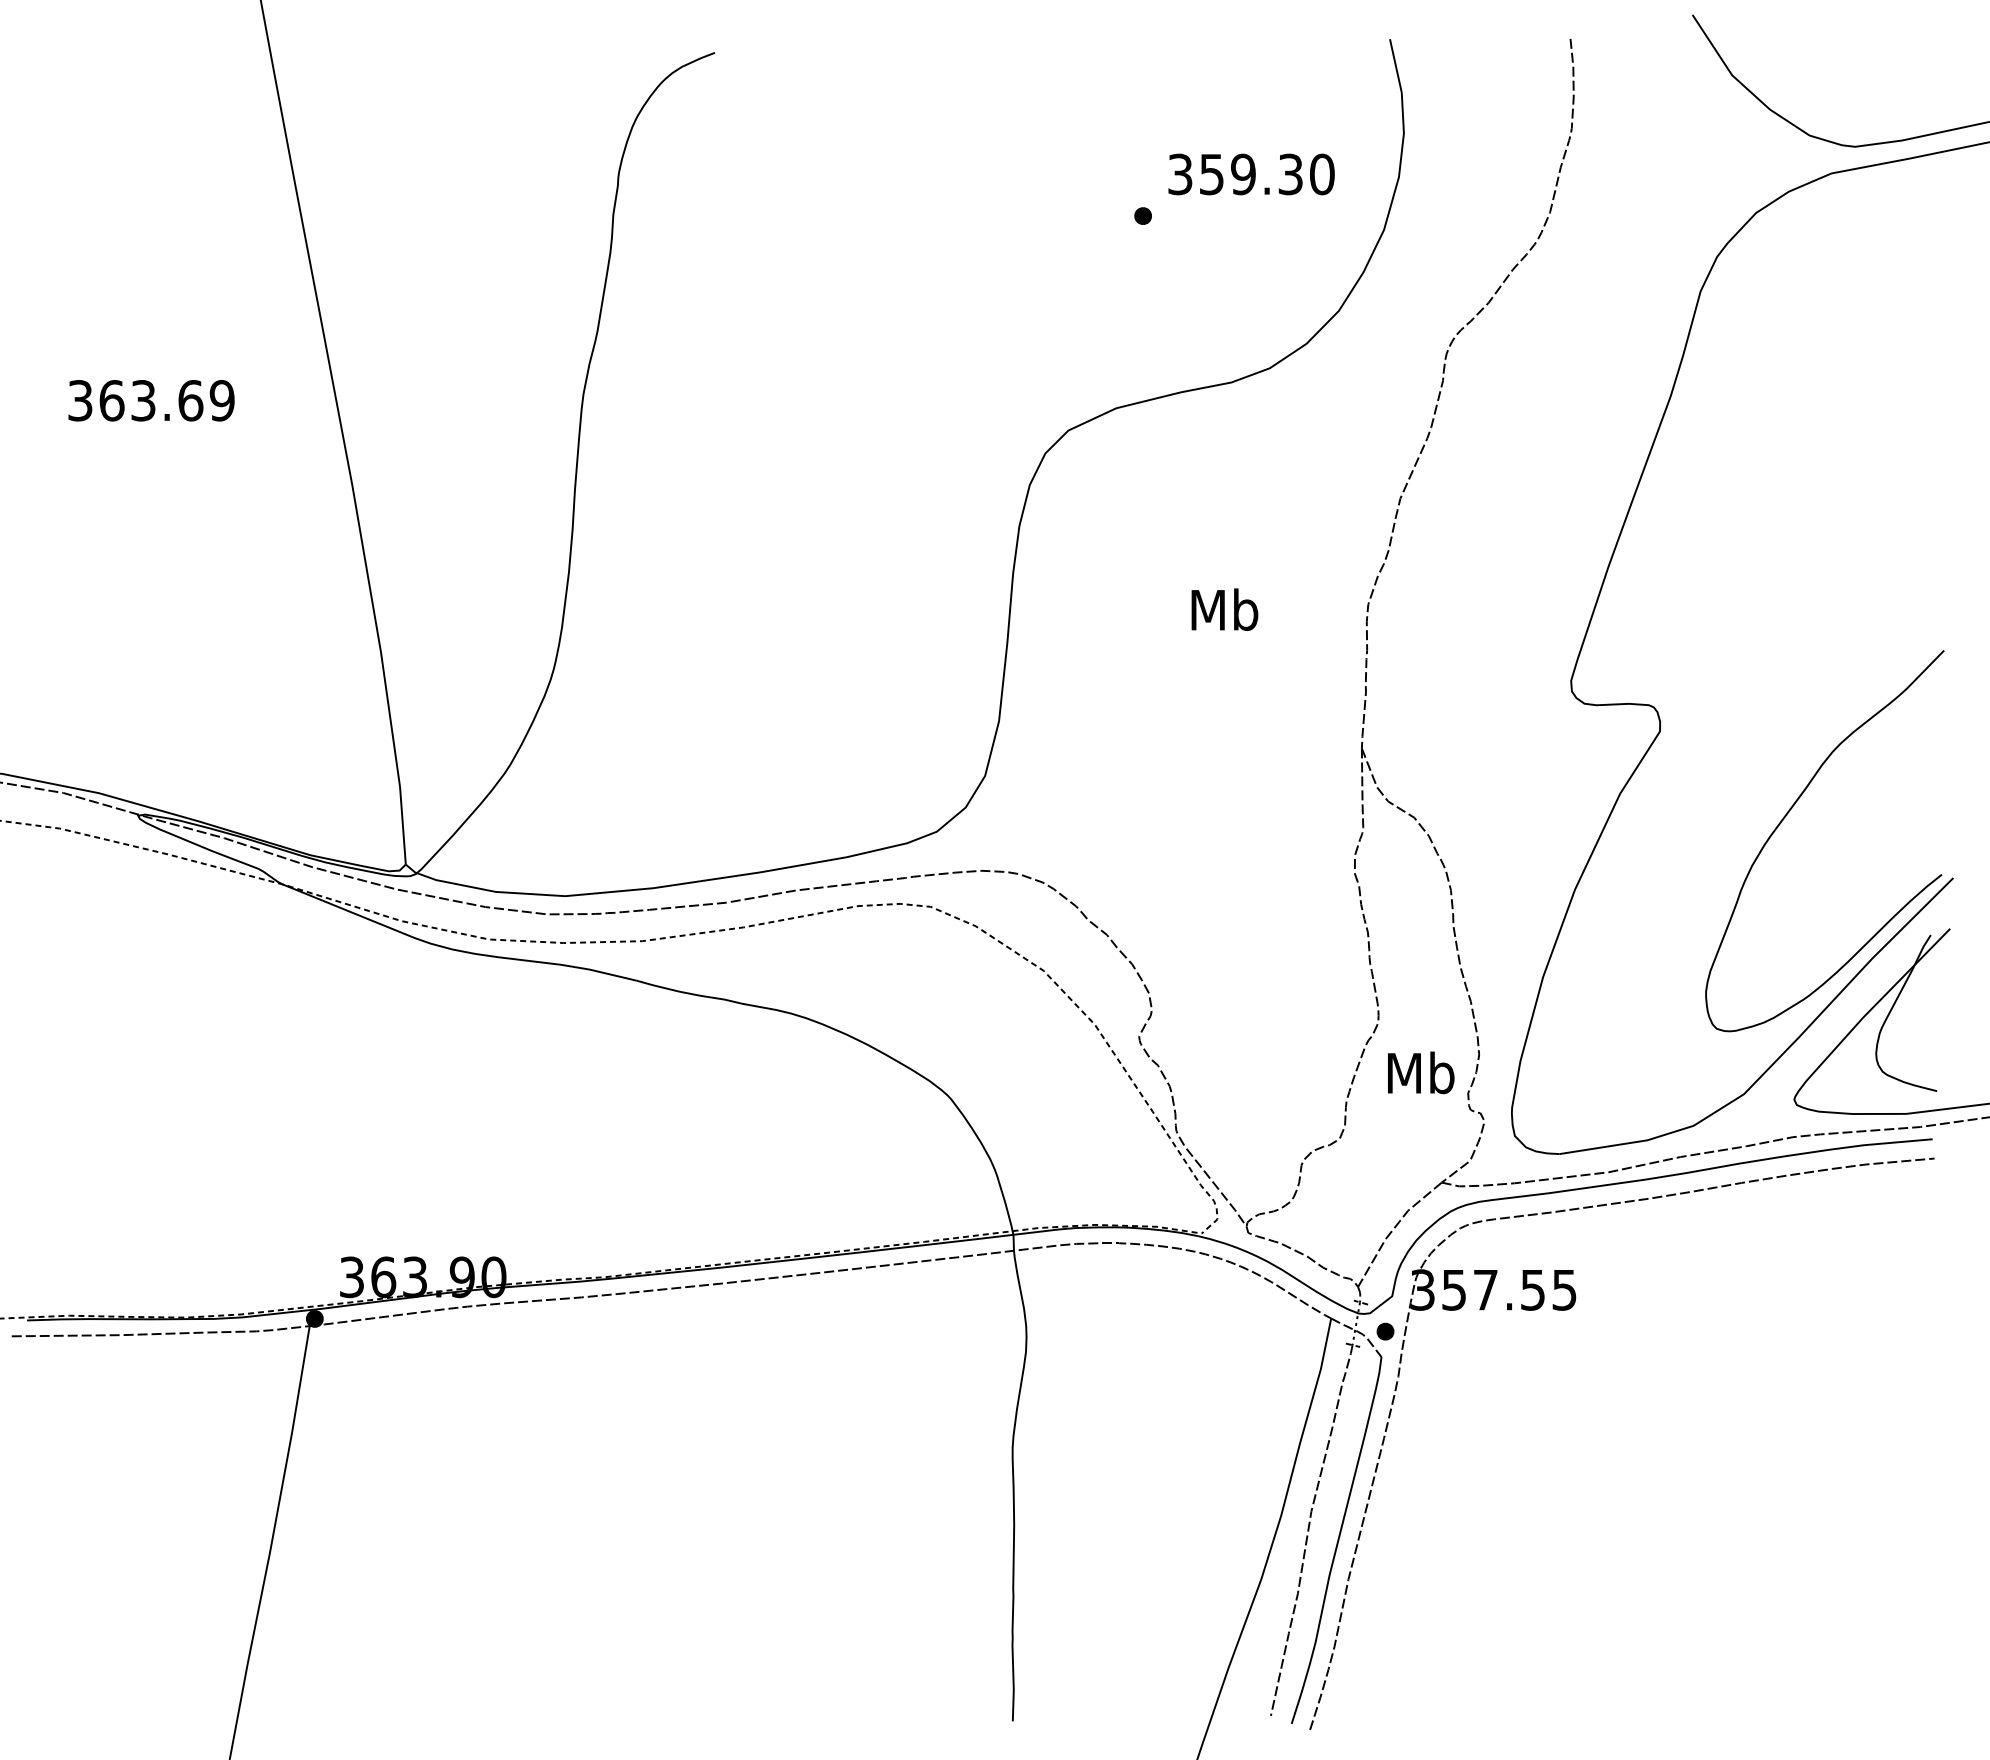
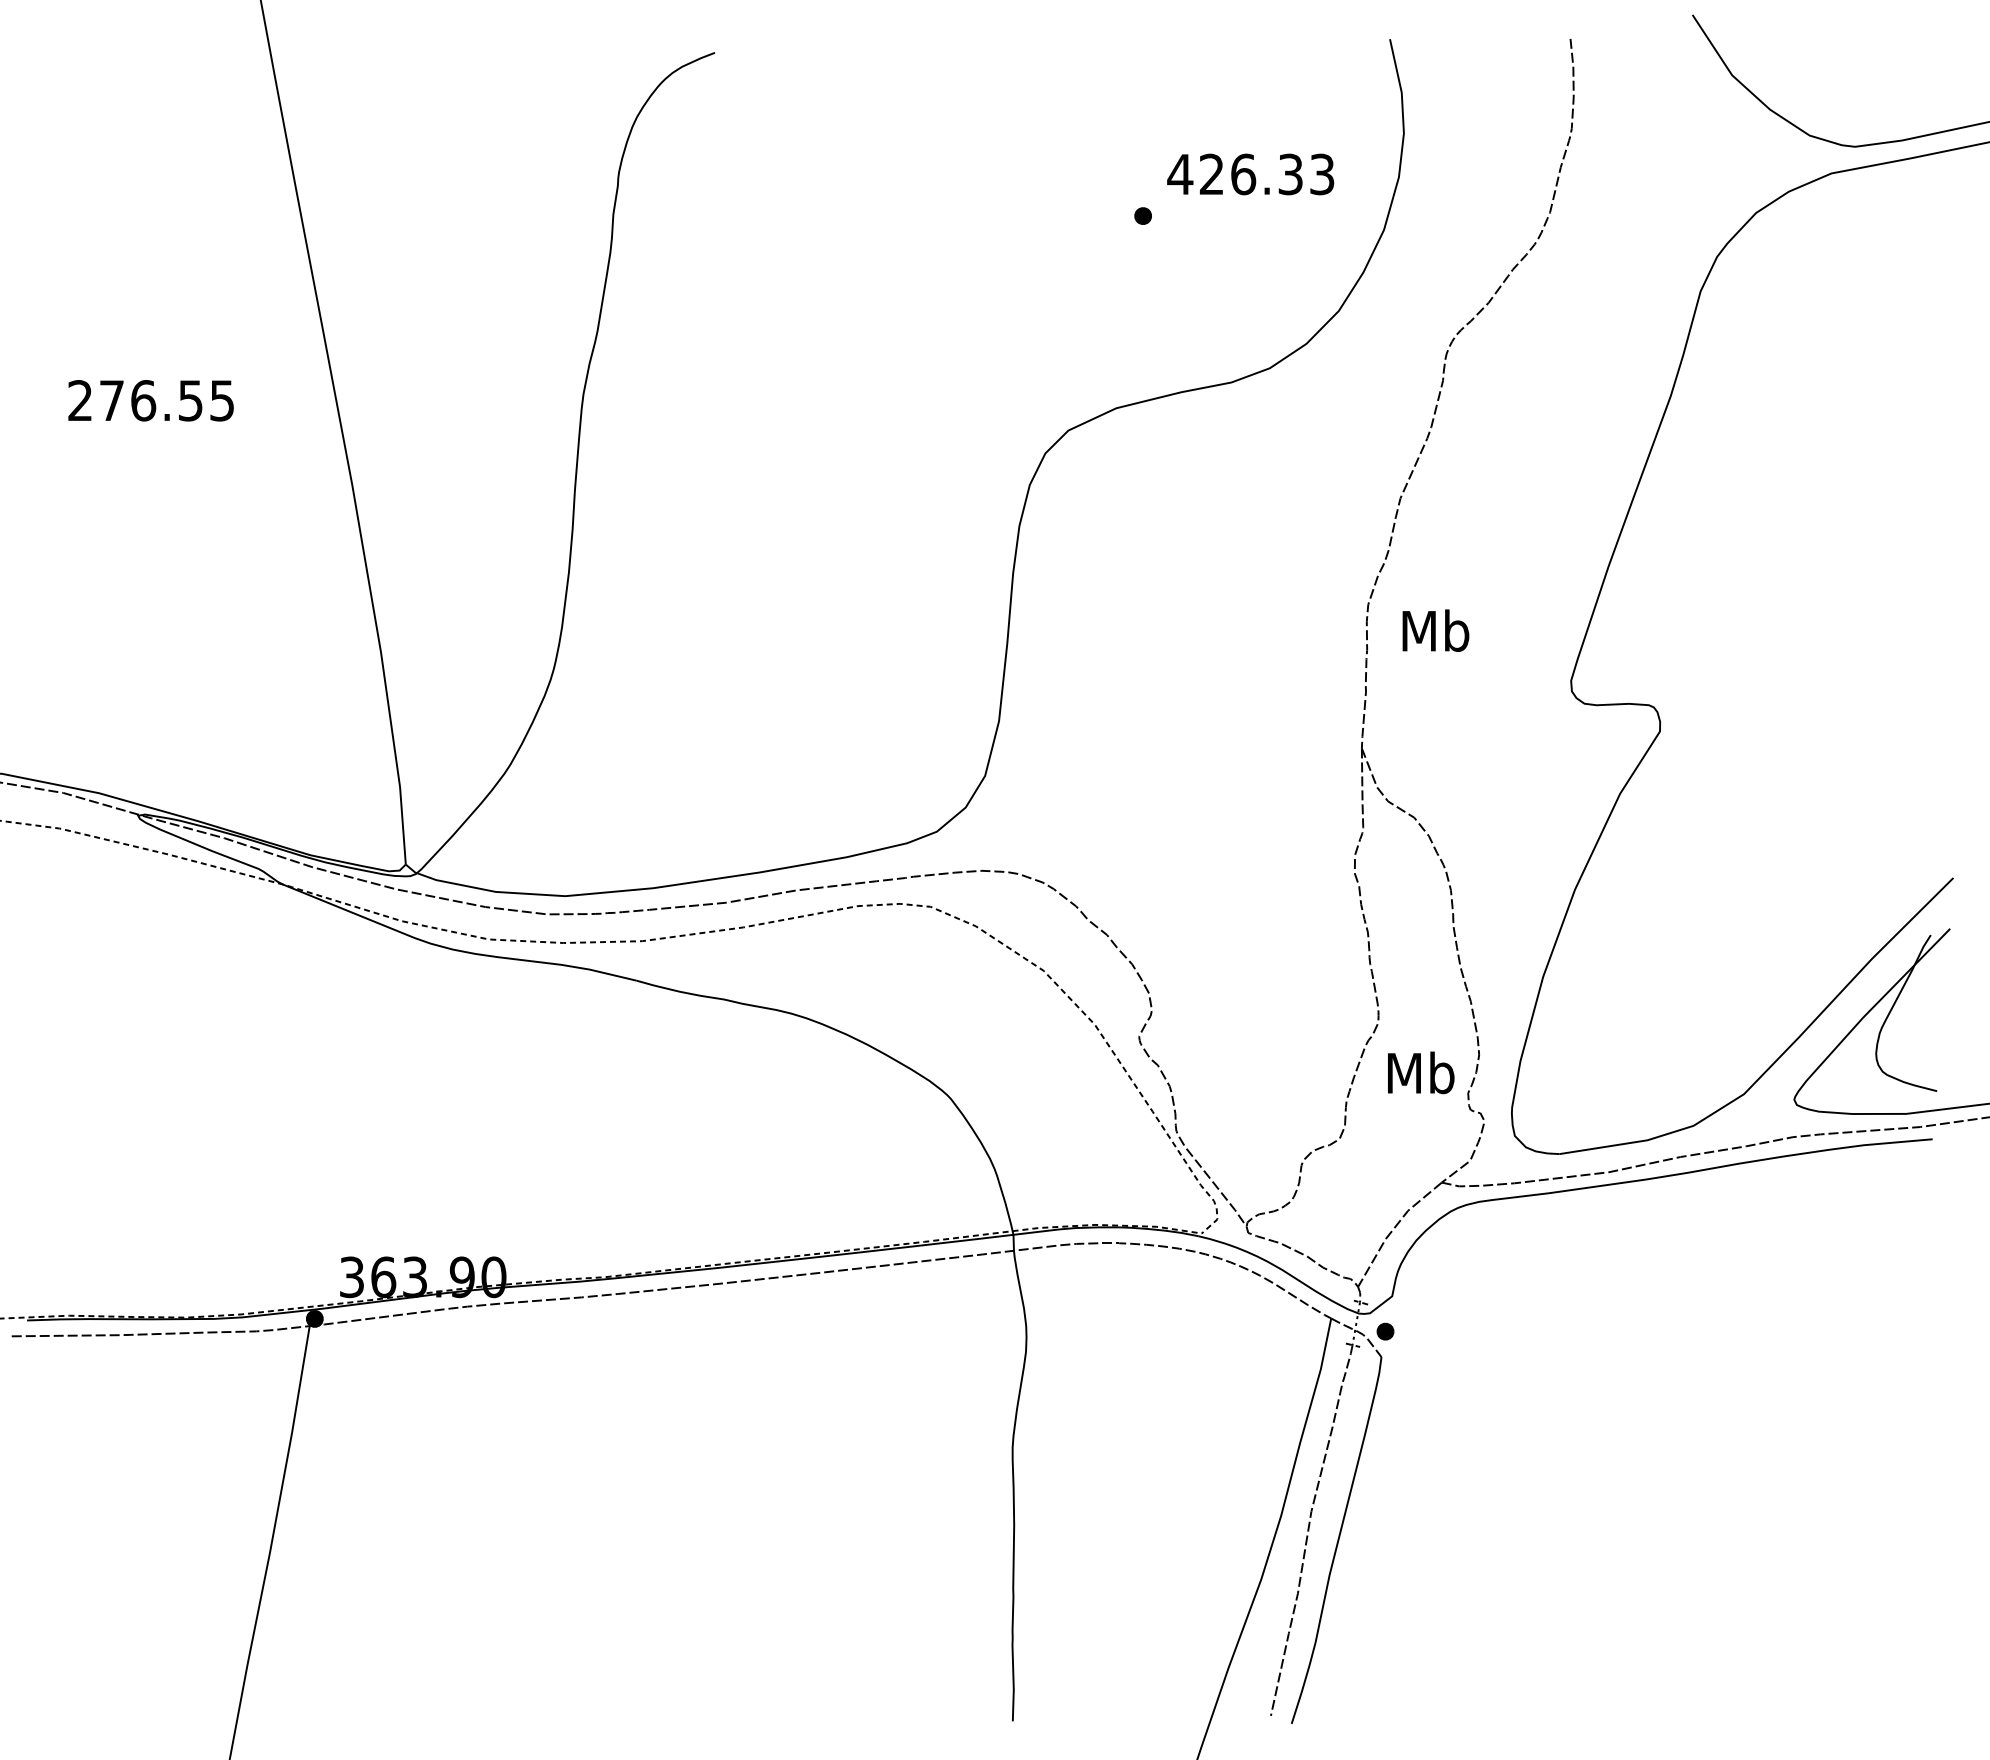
text at (1250, 174): 359.30 -> 426.33
text at (151, 400): 363.69 -> 276.55
text at (1224, 609) position: (1224, 609) -> (1435, 630)
curve at (1789, 812): present -> none
part at (1567, 1310): present -> none
